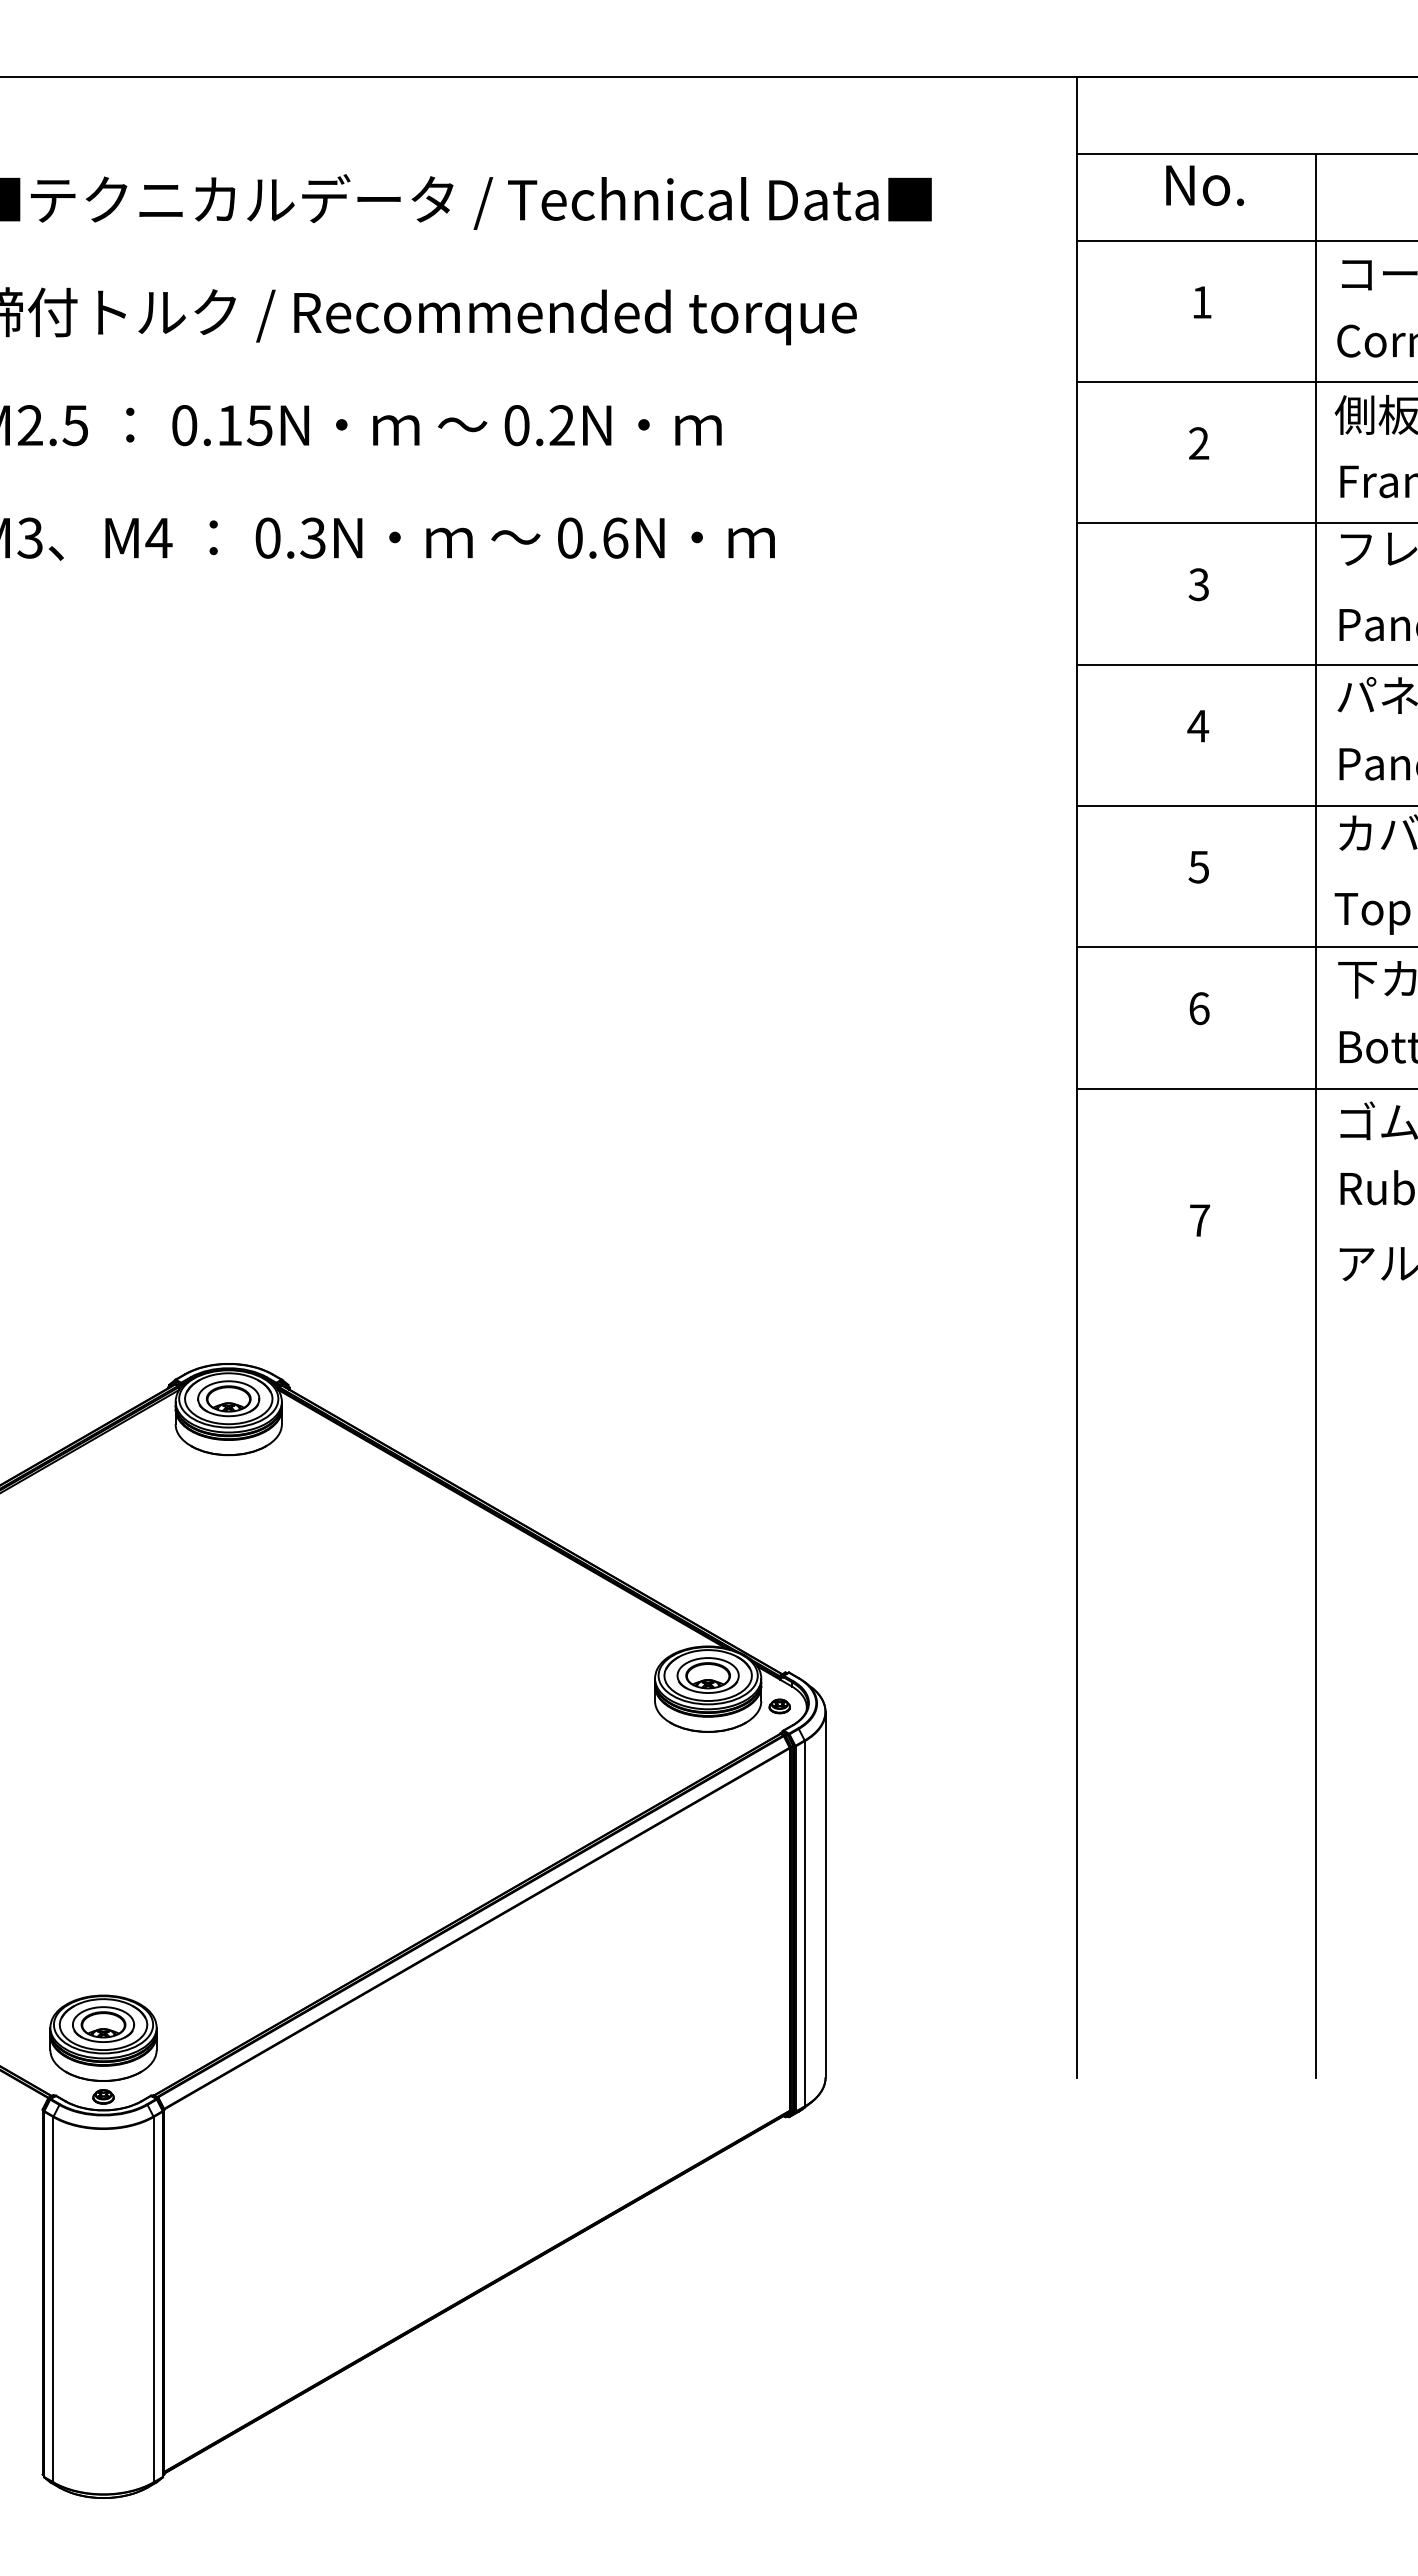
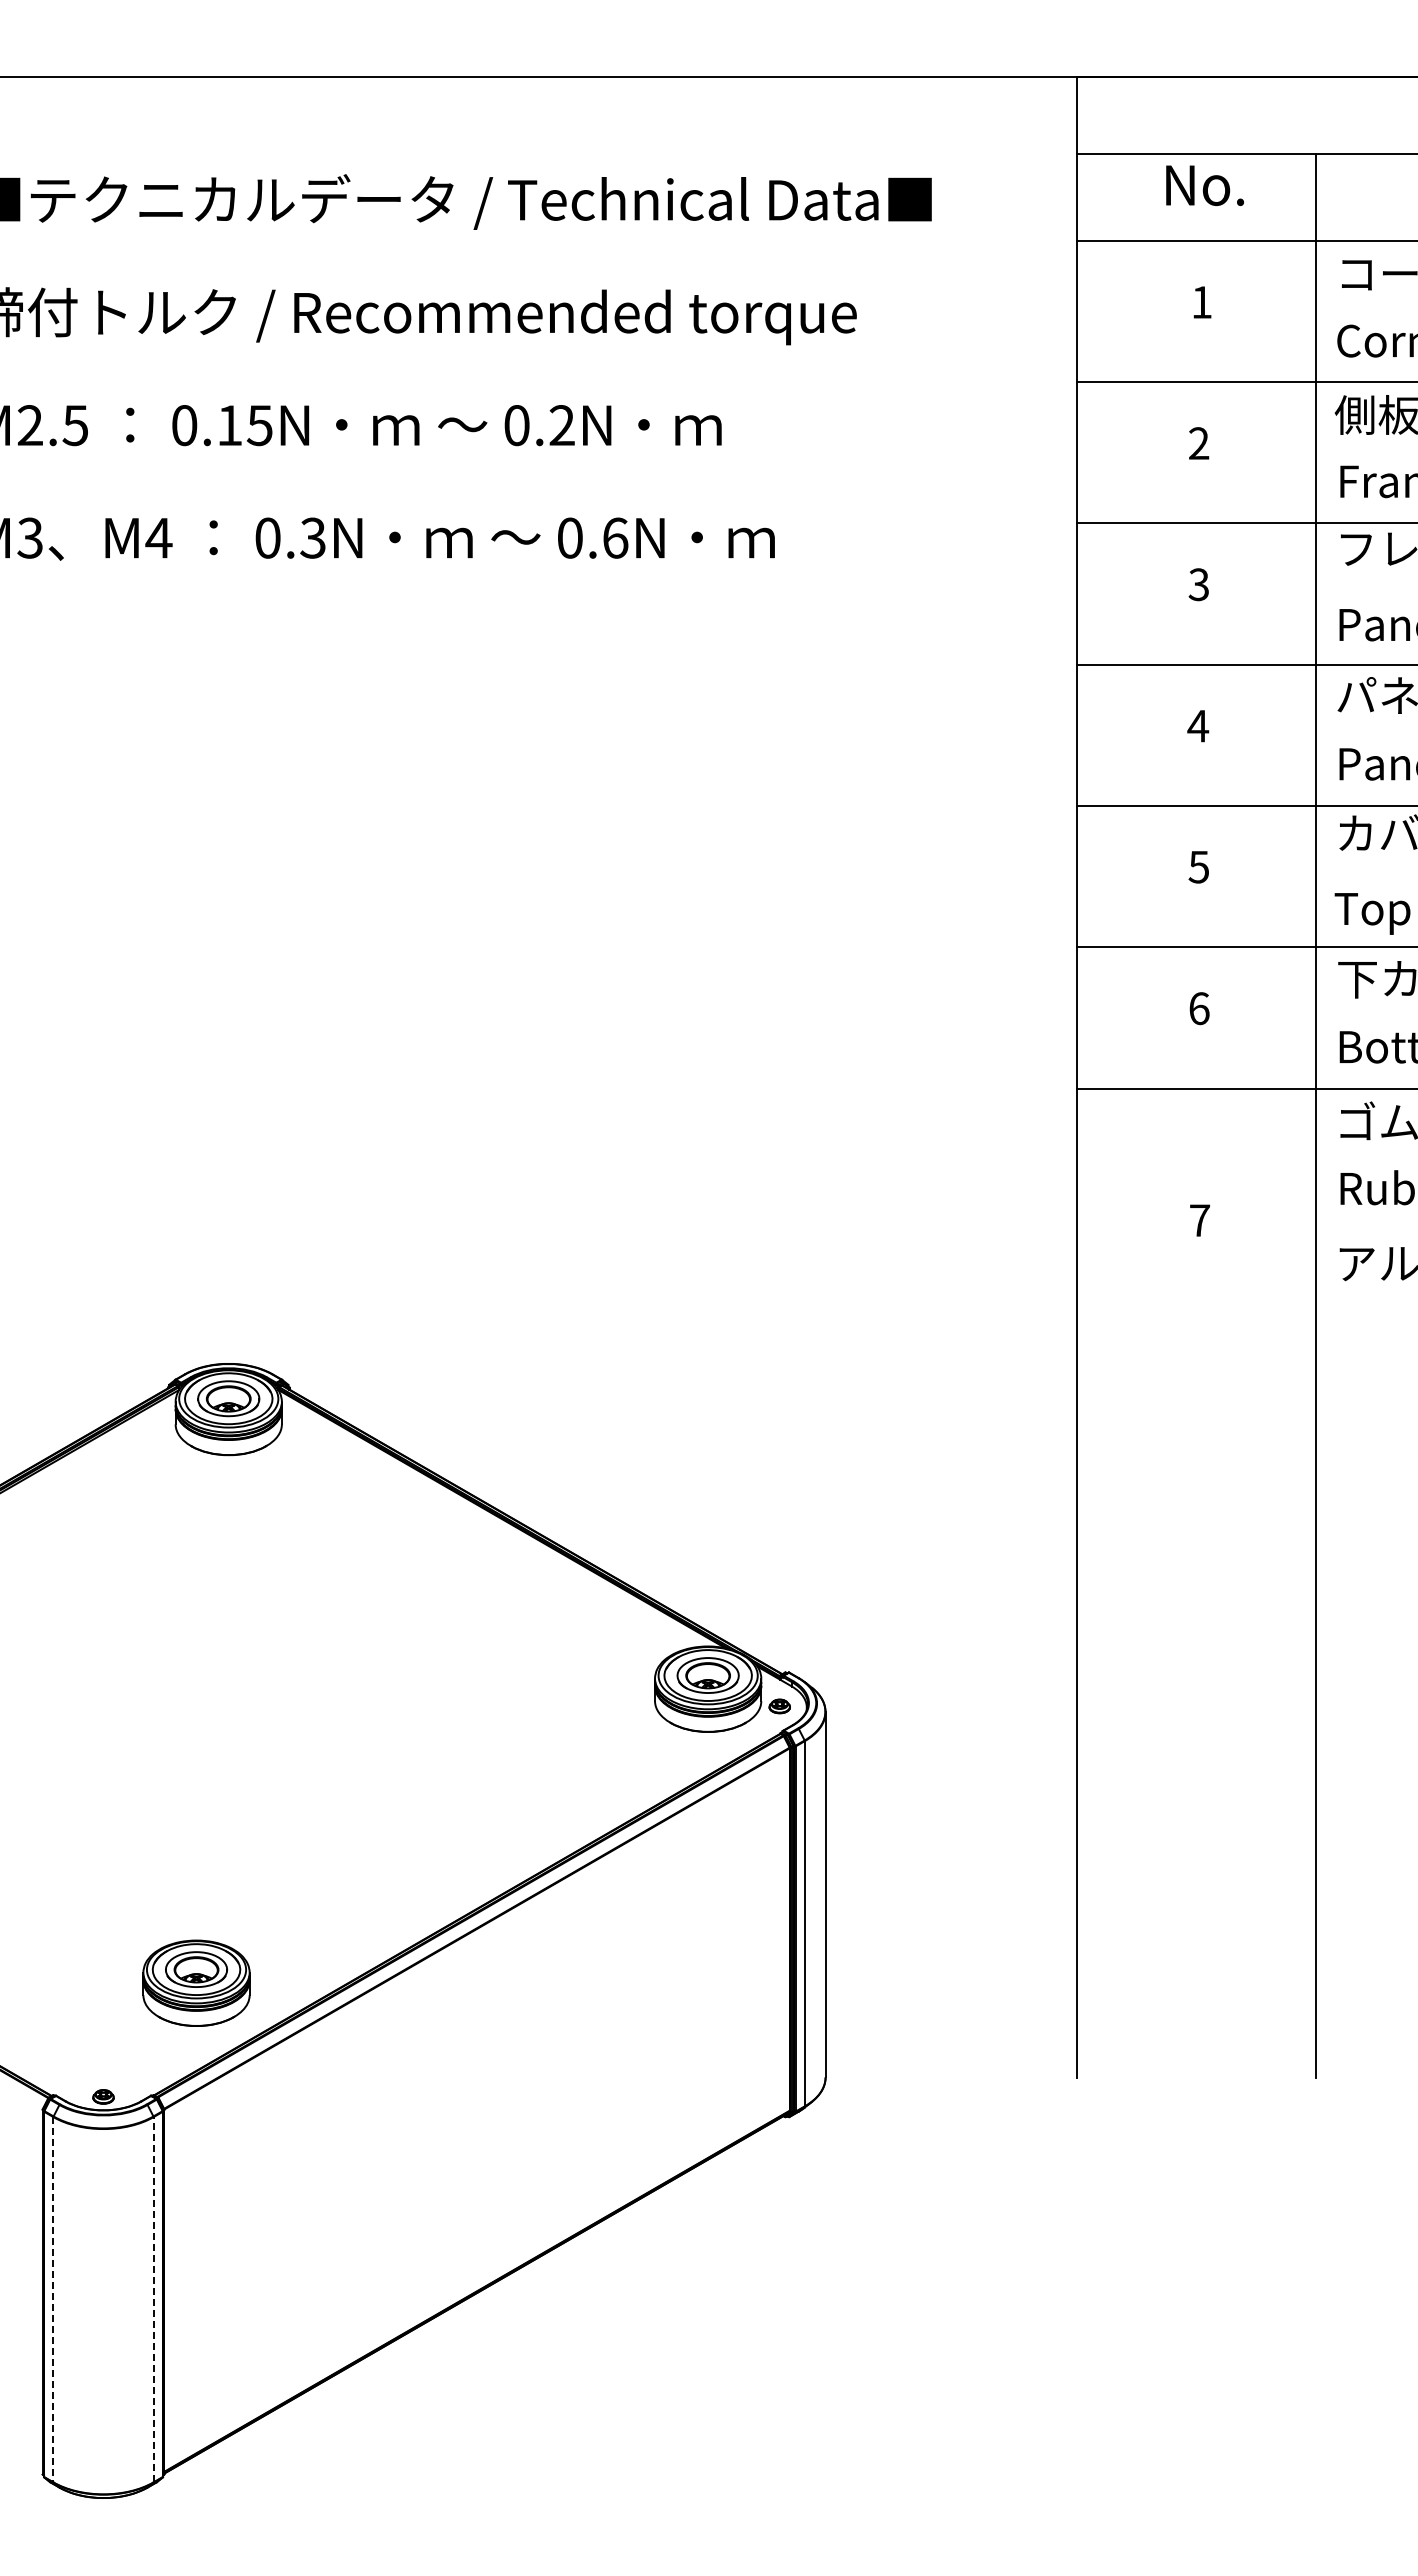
part at (103, 2037) position: (103, 2037) -> (196, 1982)
line at (53, 2299): solid -> dashed
line at (153, 2299): solid -> dashed
